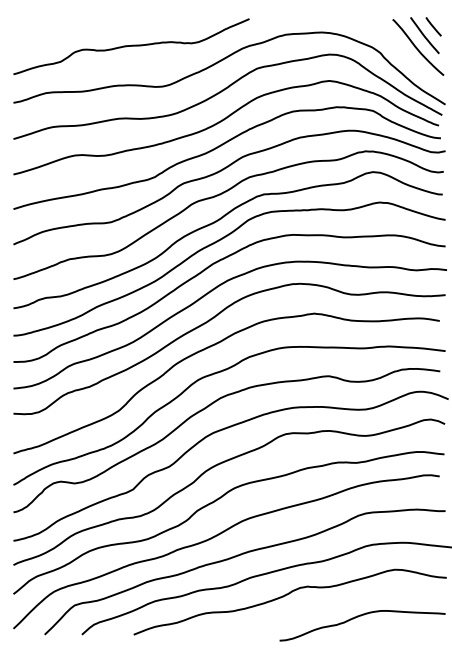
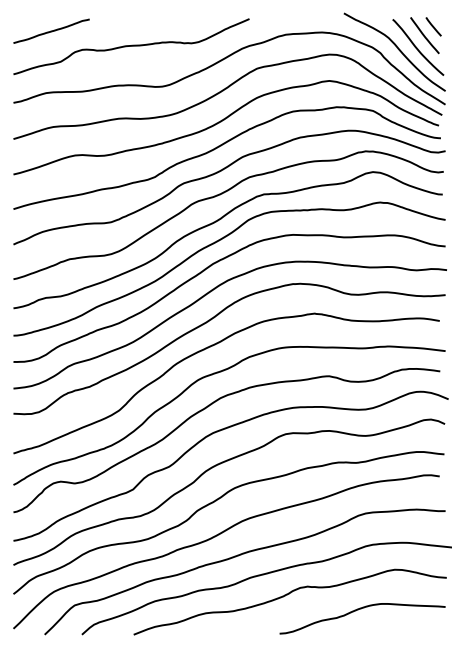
line at (51, 30): none -> present
curve at (397, 49): none -> present
curve at (358, 617) position: (358, 617) -> (358, 610)
